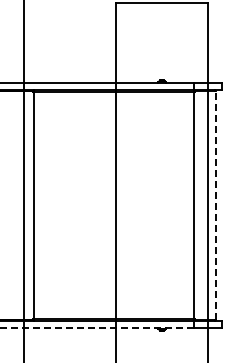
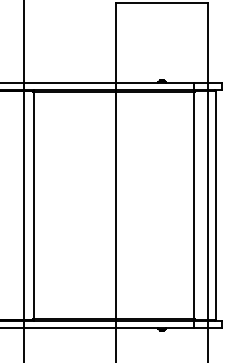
line at (216, 205): dashed -> solid
line at (96, 328): dashed -> solid
